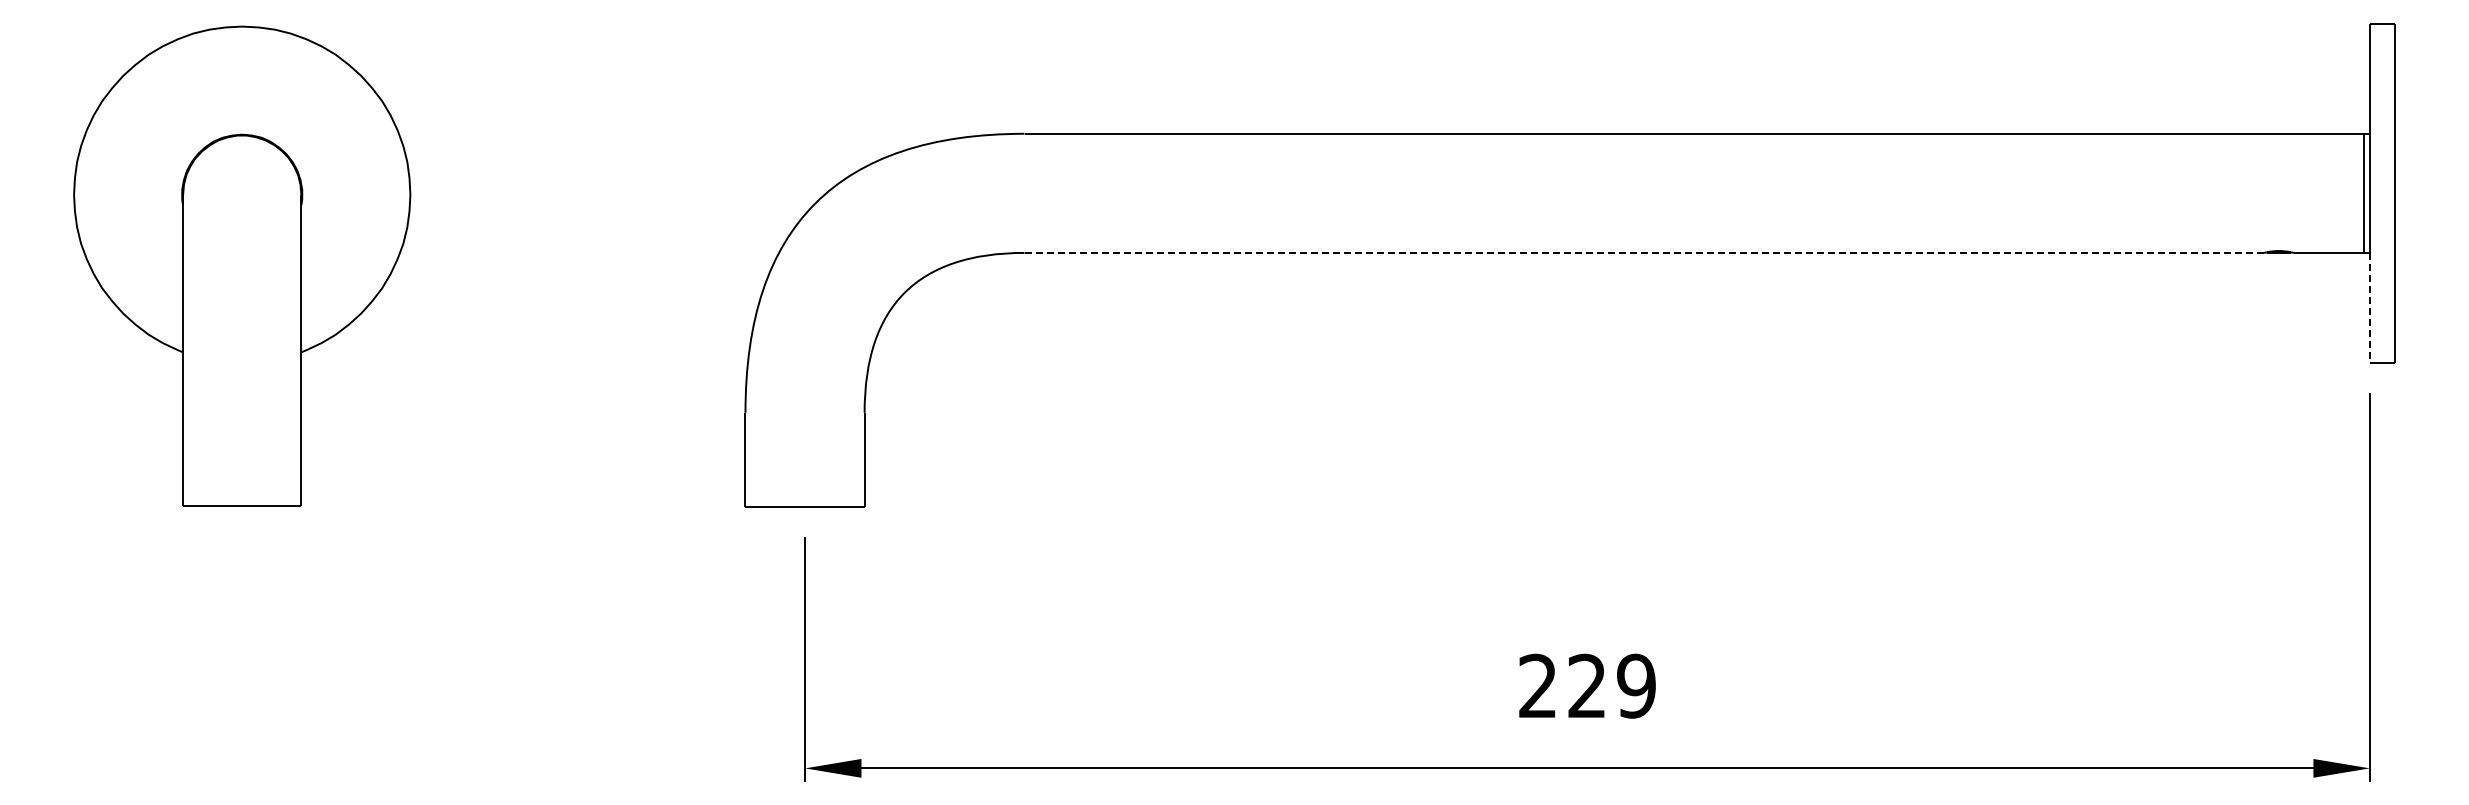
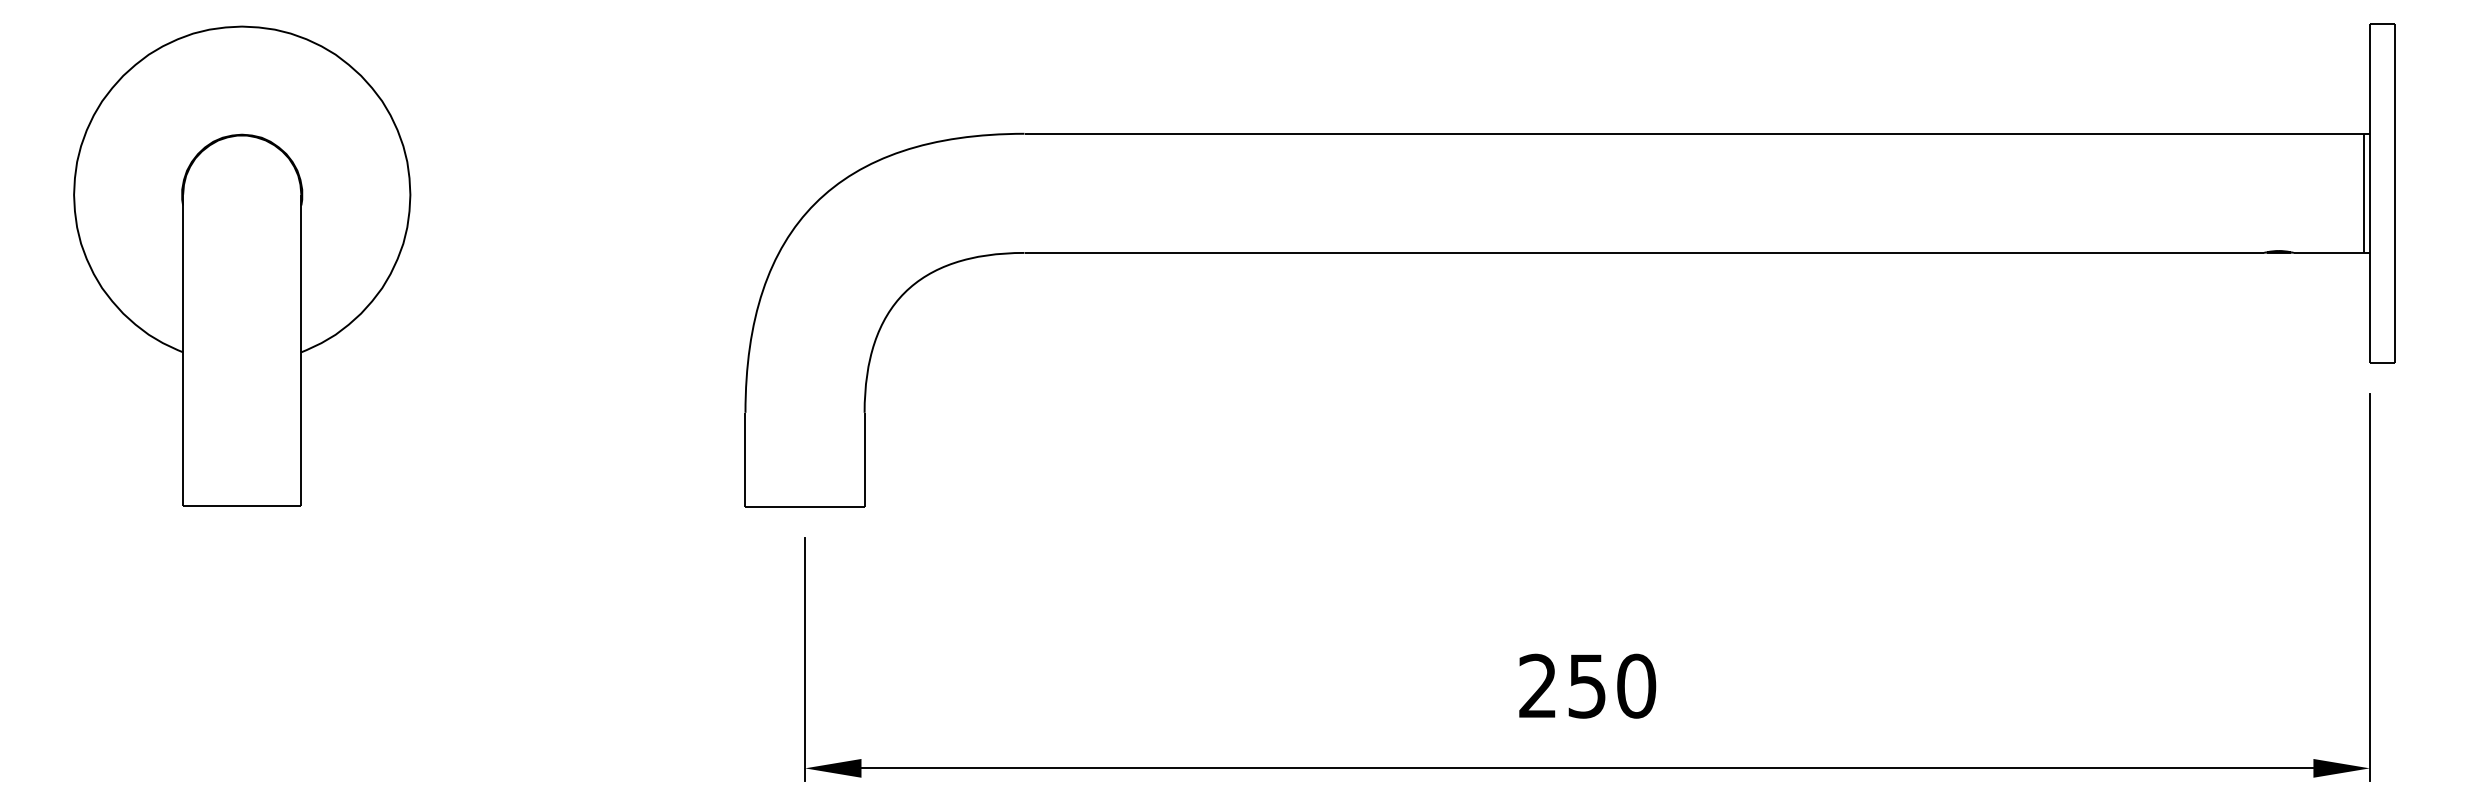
line at (1644, 252): dashed -> solid
line at (2369, 308): dashed -> solid
text at (1612, 685): 229 -> 250
